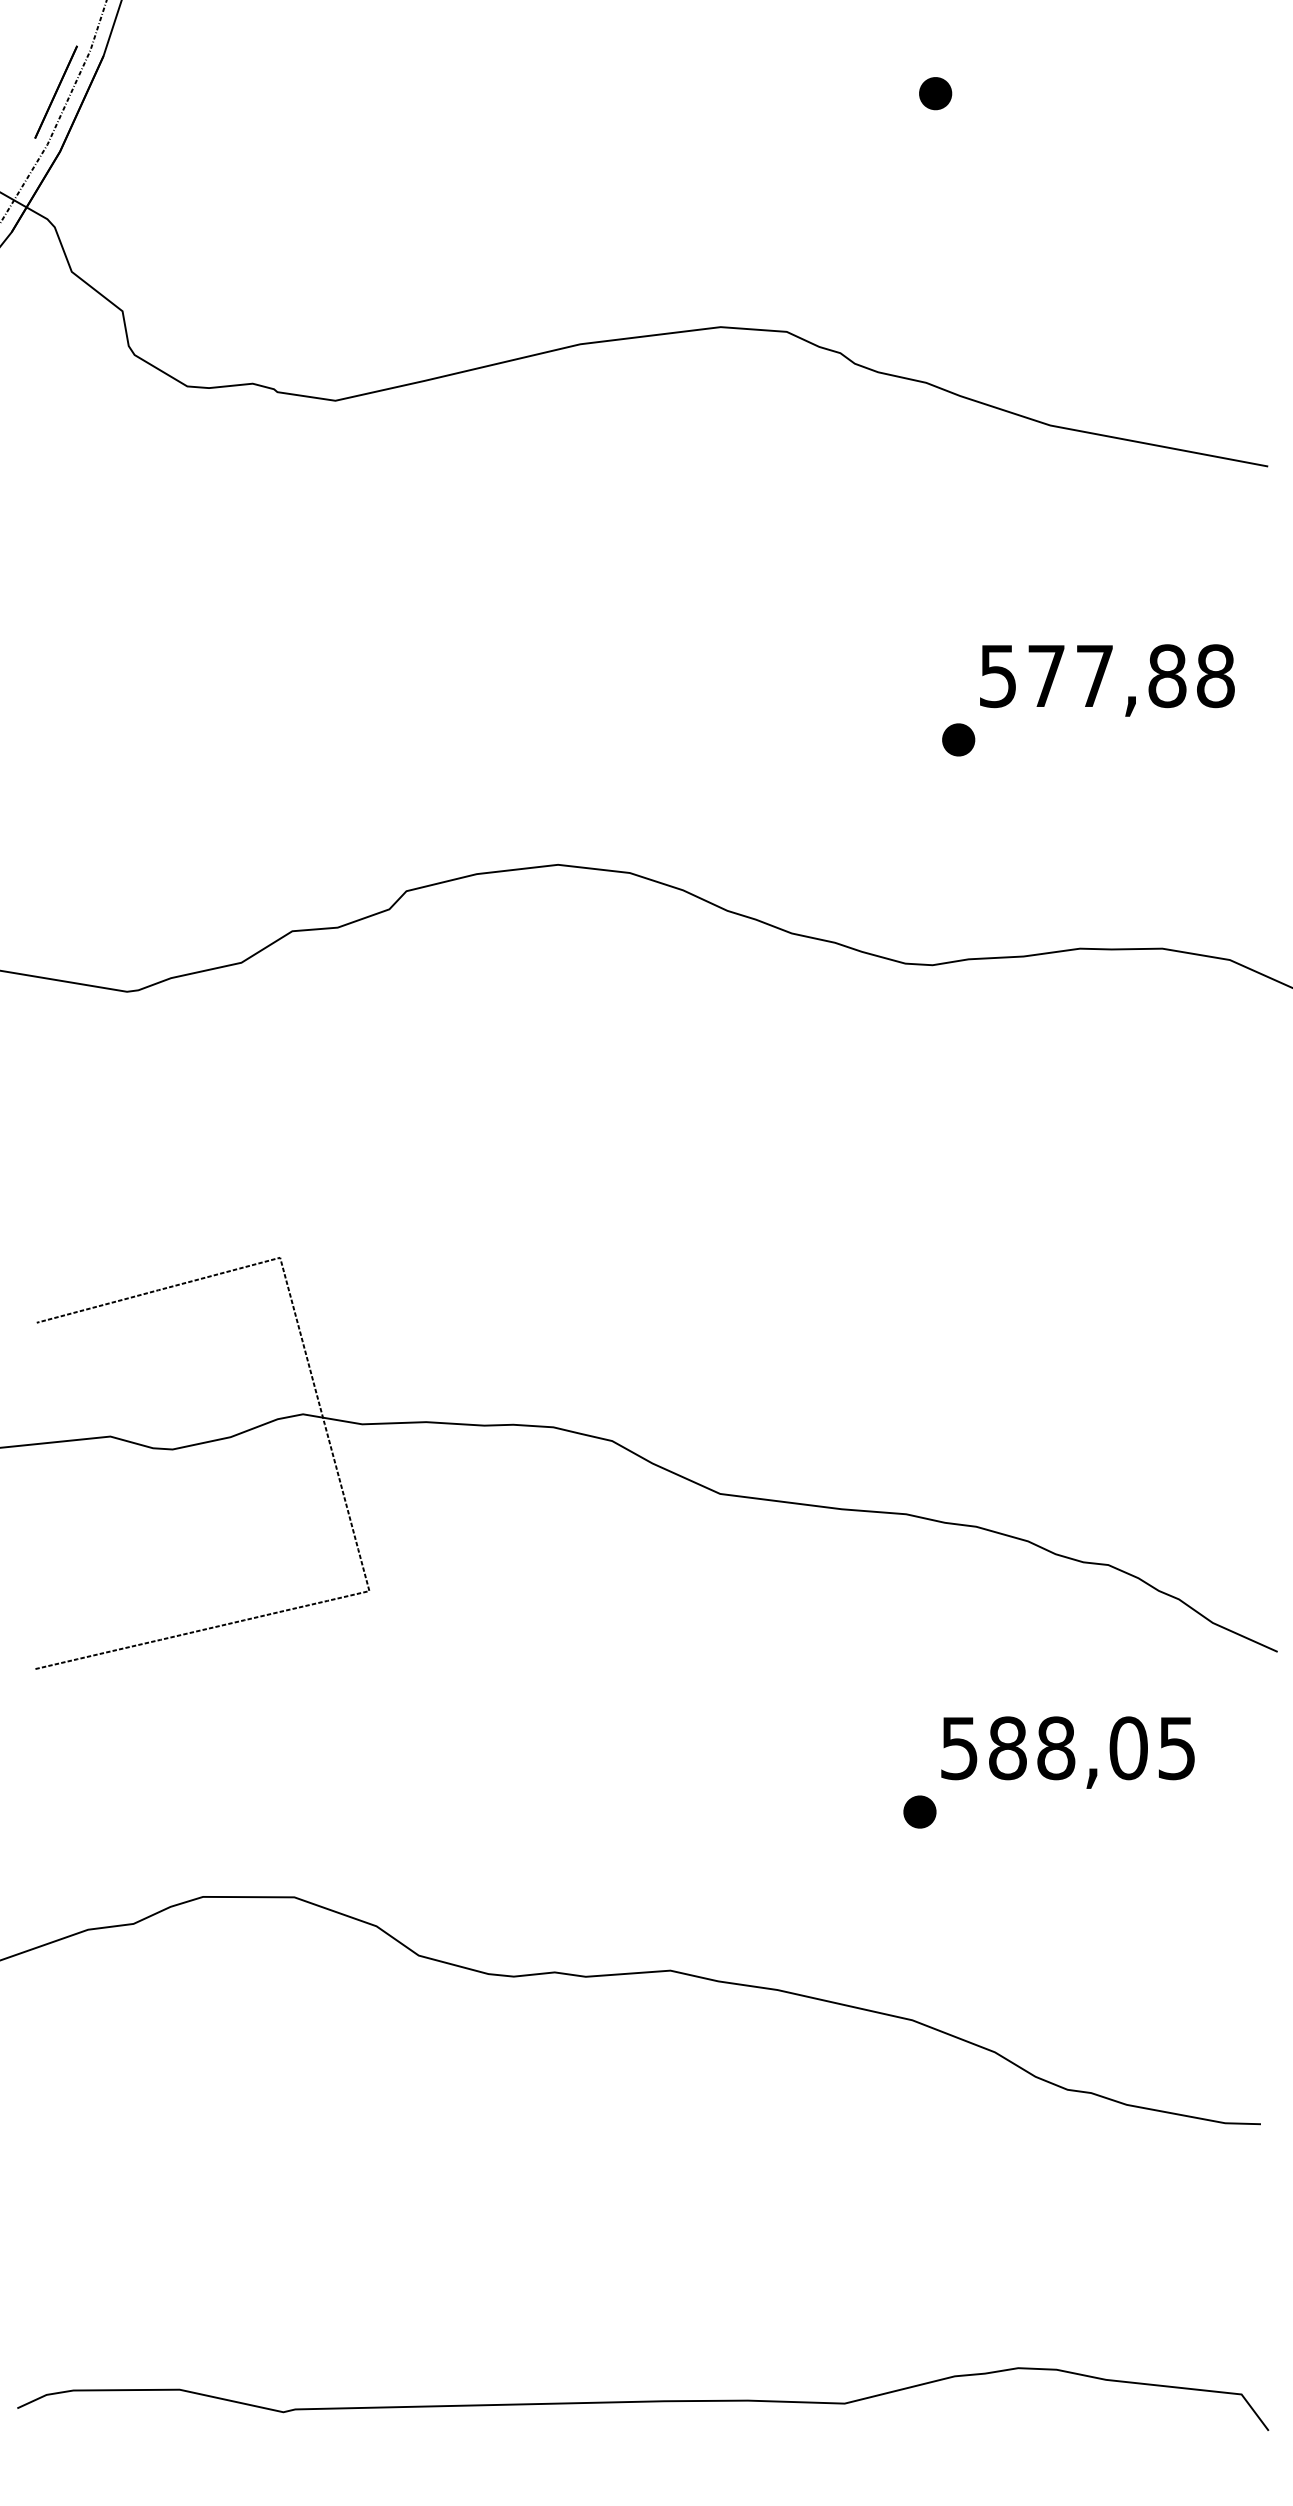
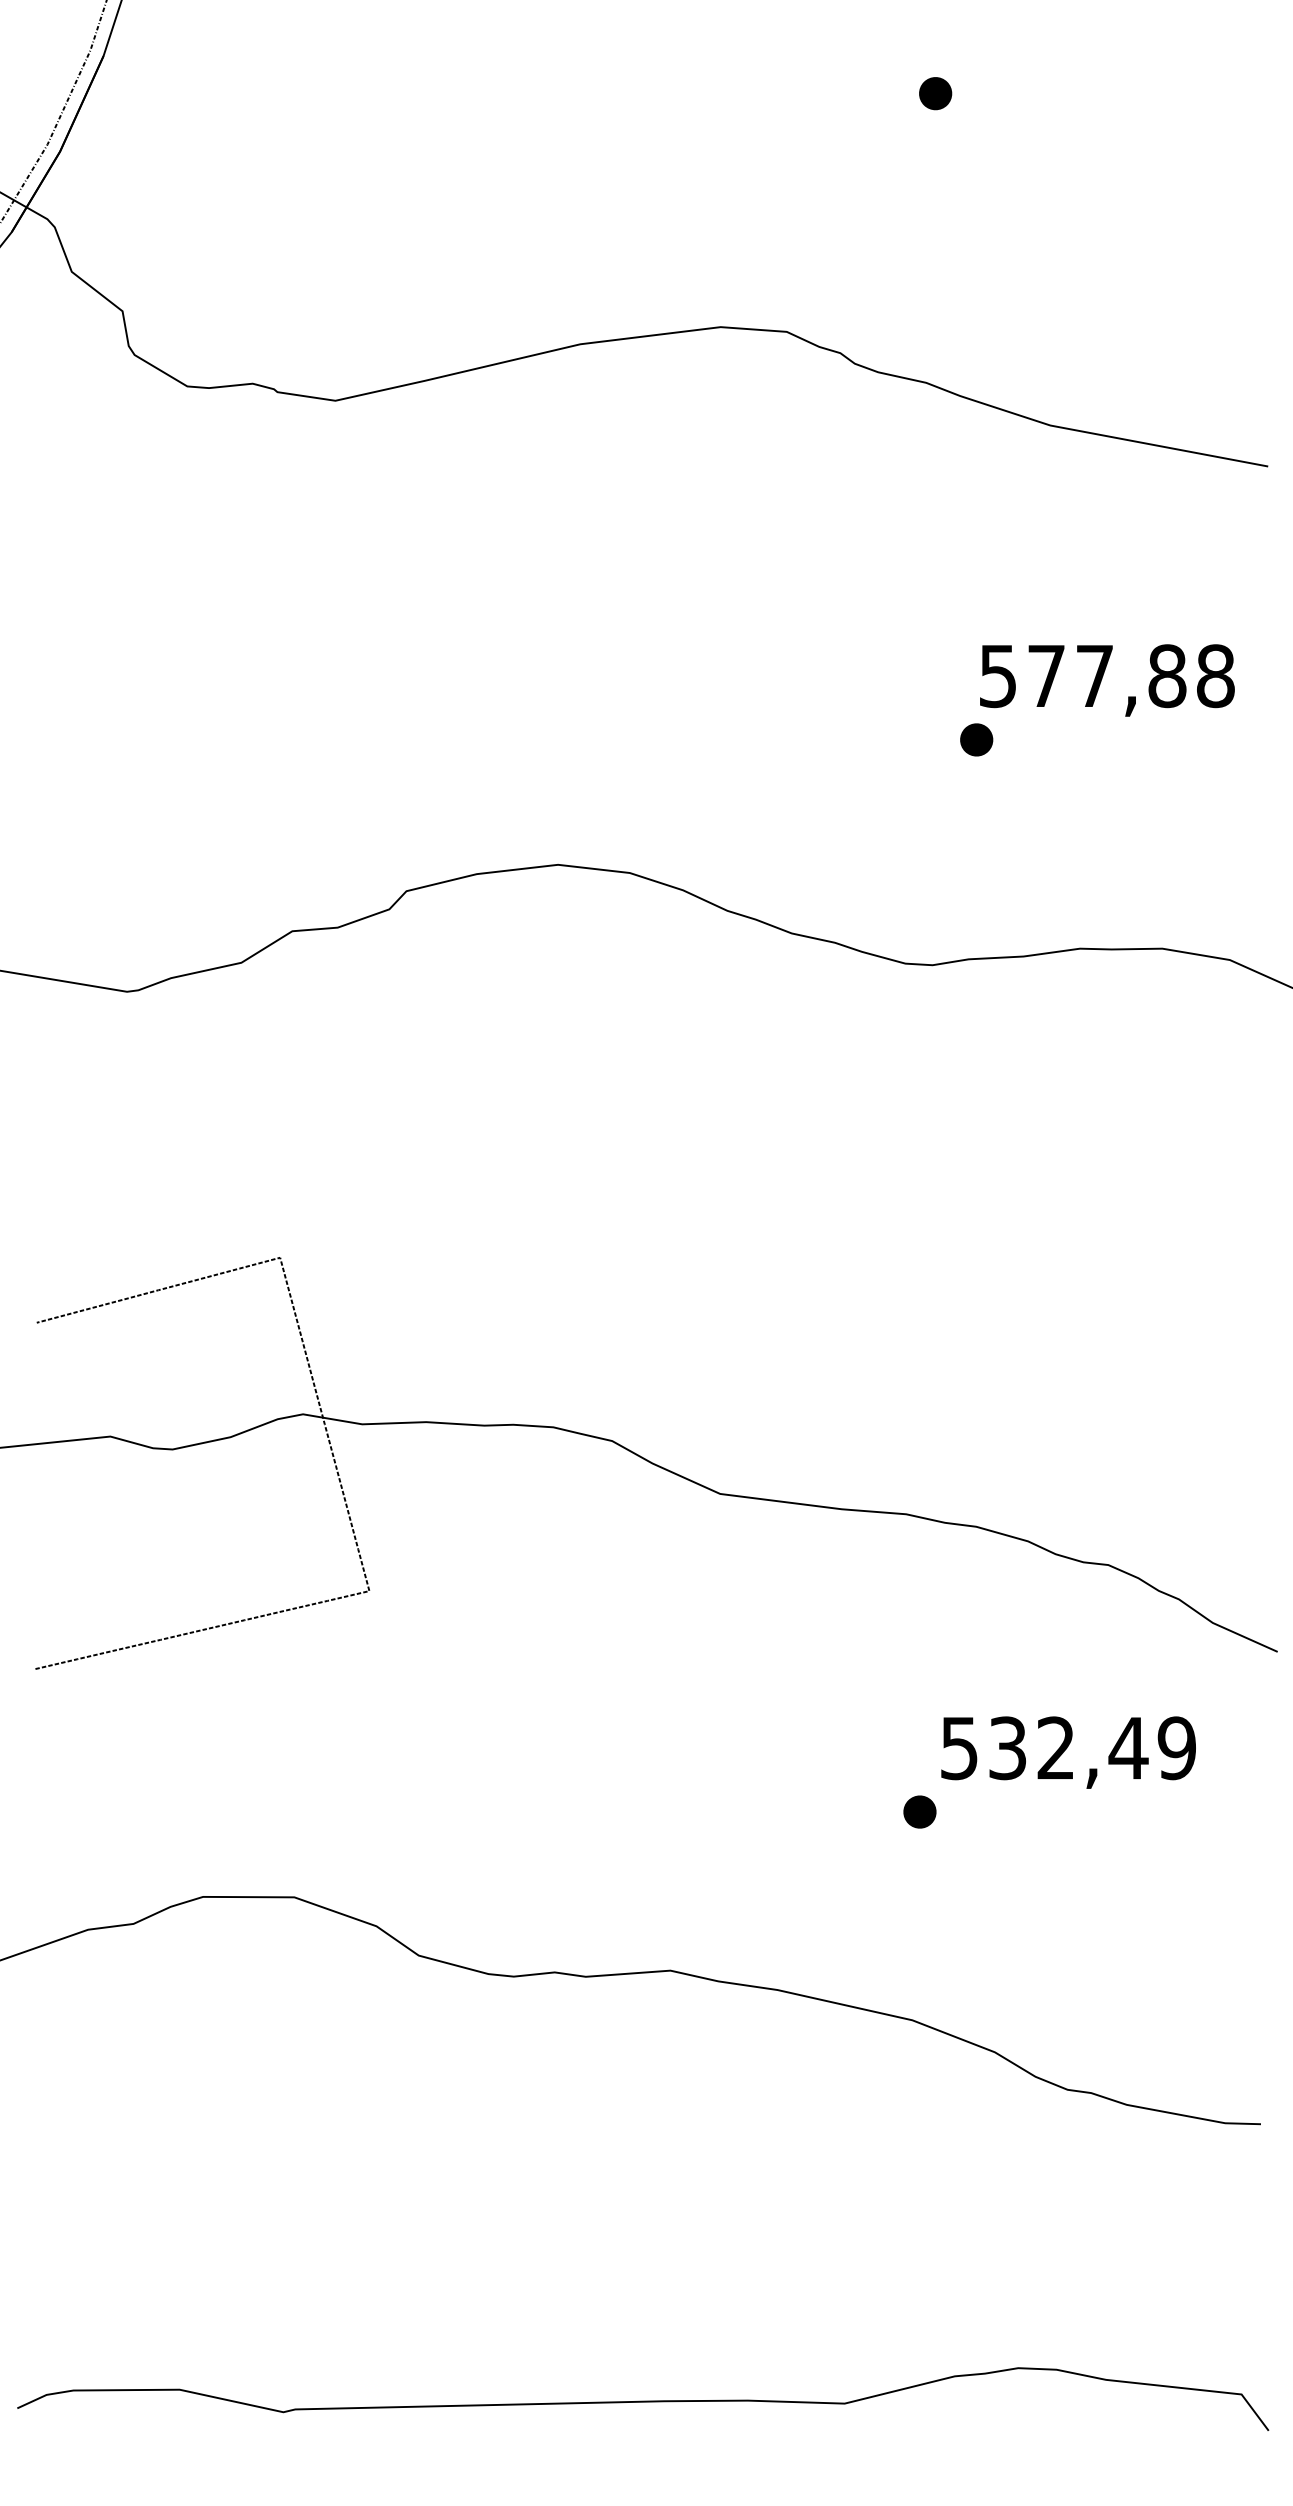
line at (55, 91): present -> none
part at (958, 739) position: (958, 739) -> (976, 739)
text at (1092, 1748): 588,05 -> 532,49
